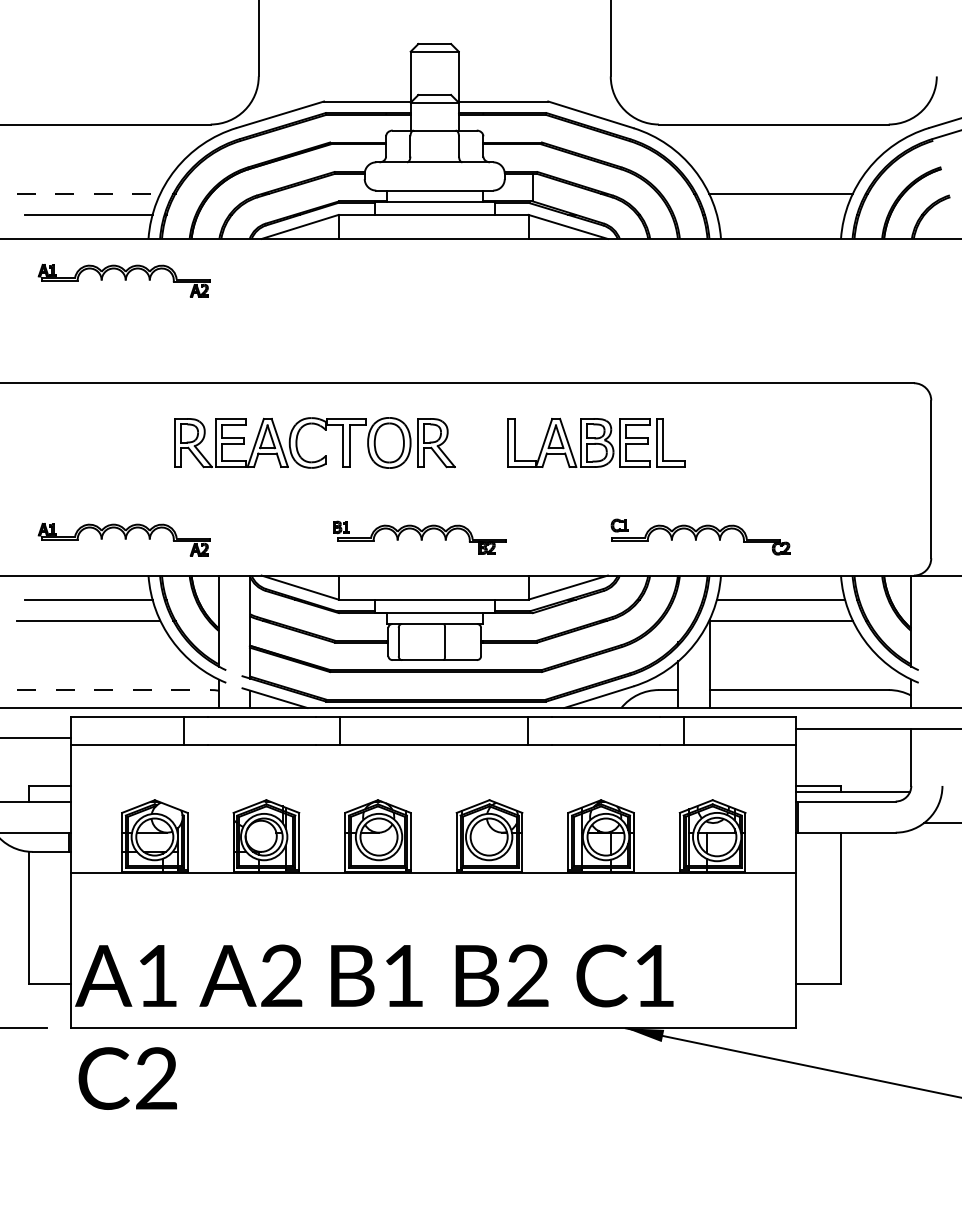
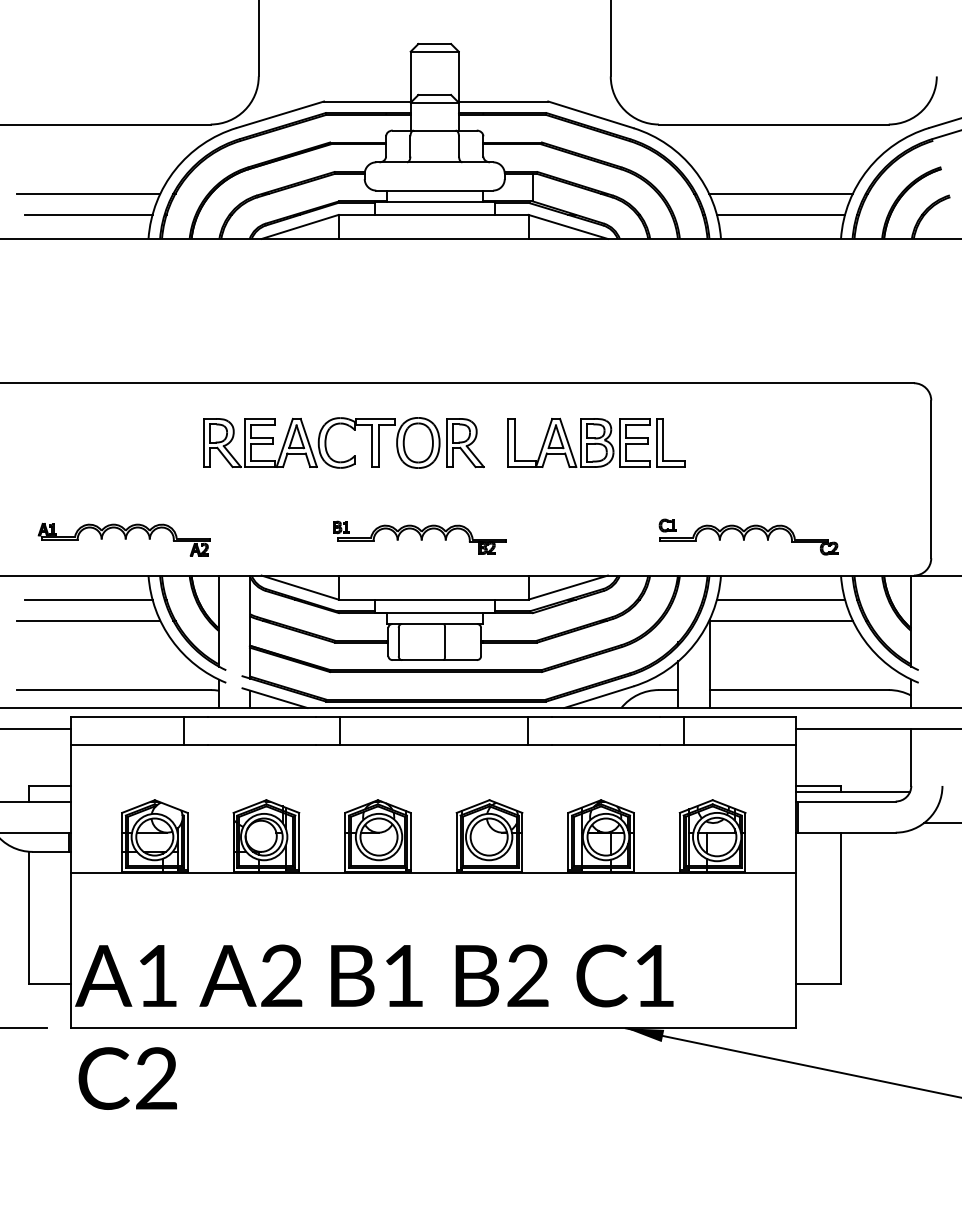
line at (88, 193): dashed -> solid
line at (780, 214): none -> present
part at (123, 280): present -> none
part at (324, 430) position: (324, 430) -> (353, 430)
part at (700, 536) position: (700, 536) -> (748, 536)
line at (113, 690): dashed -> solid
line at (36, 737) position: (36, 737) -> (36, 728)
